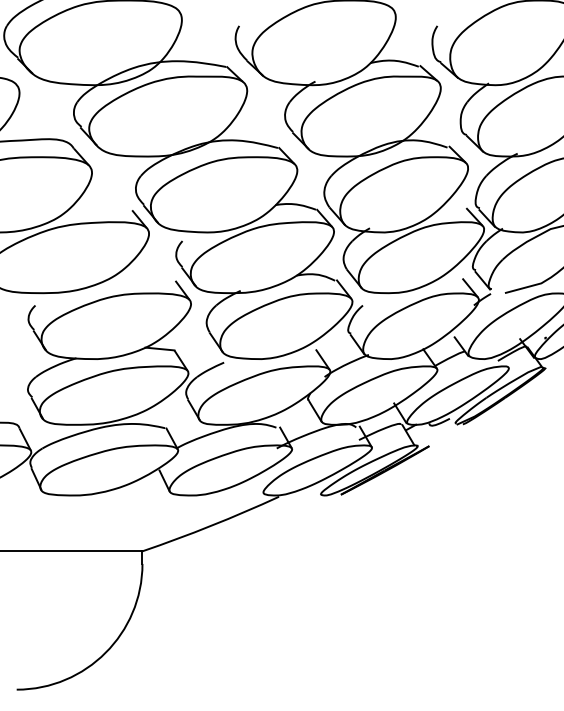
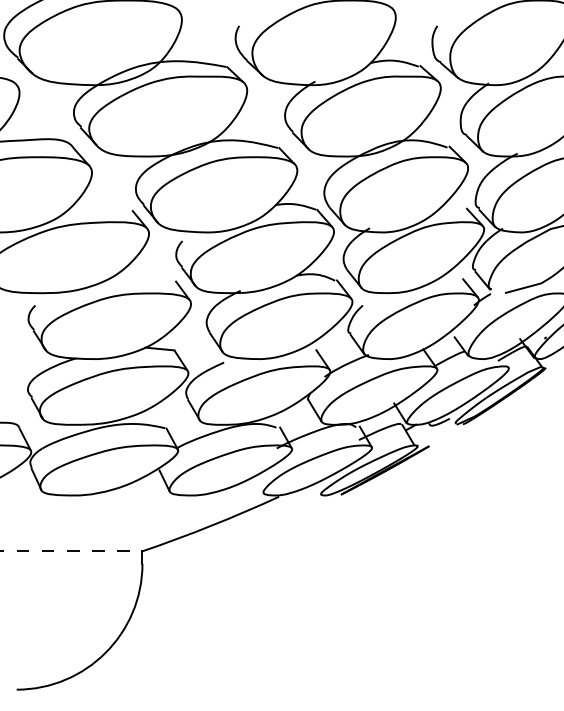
line at (71, 551): solid -> dashed
